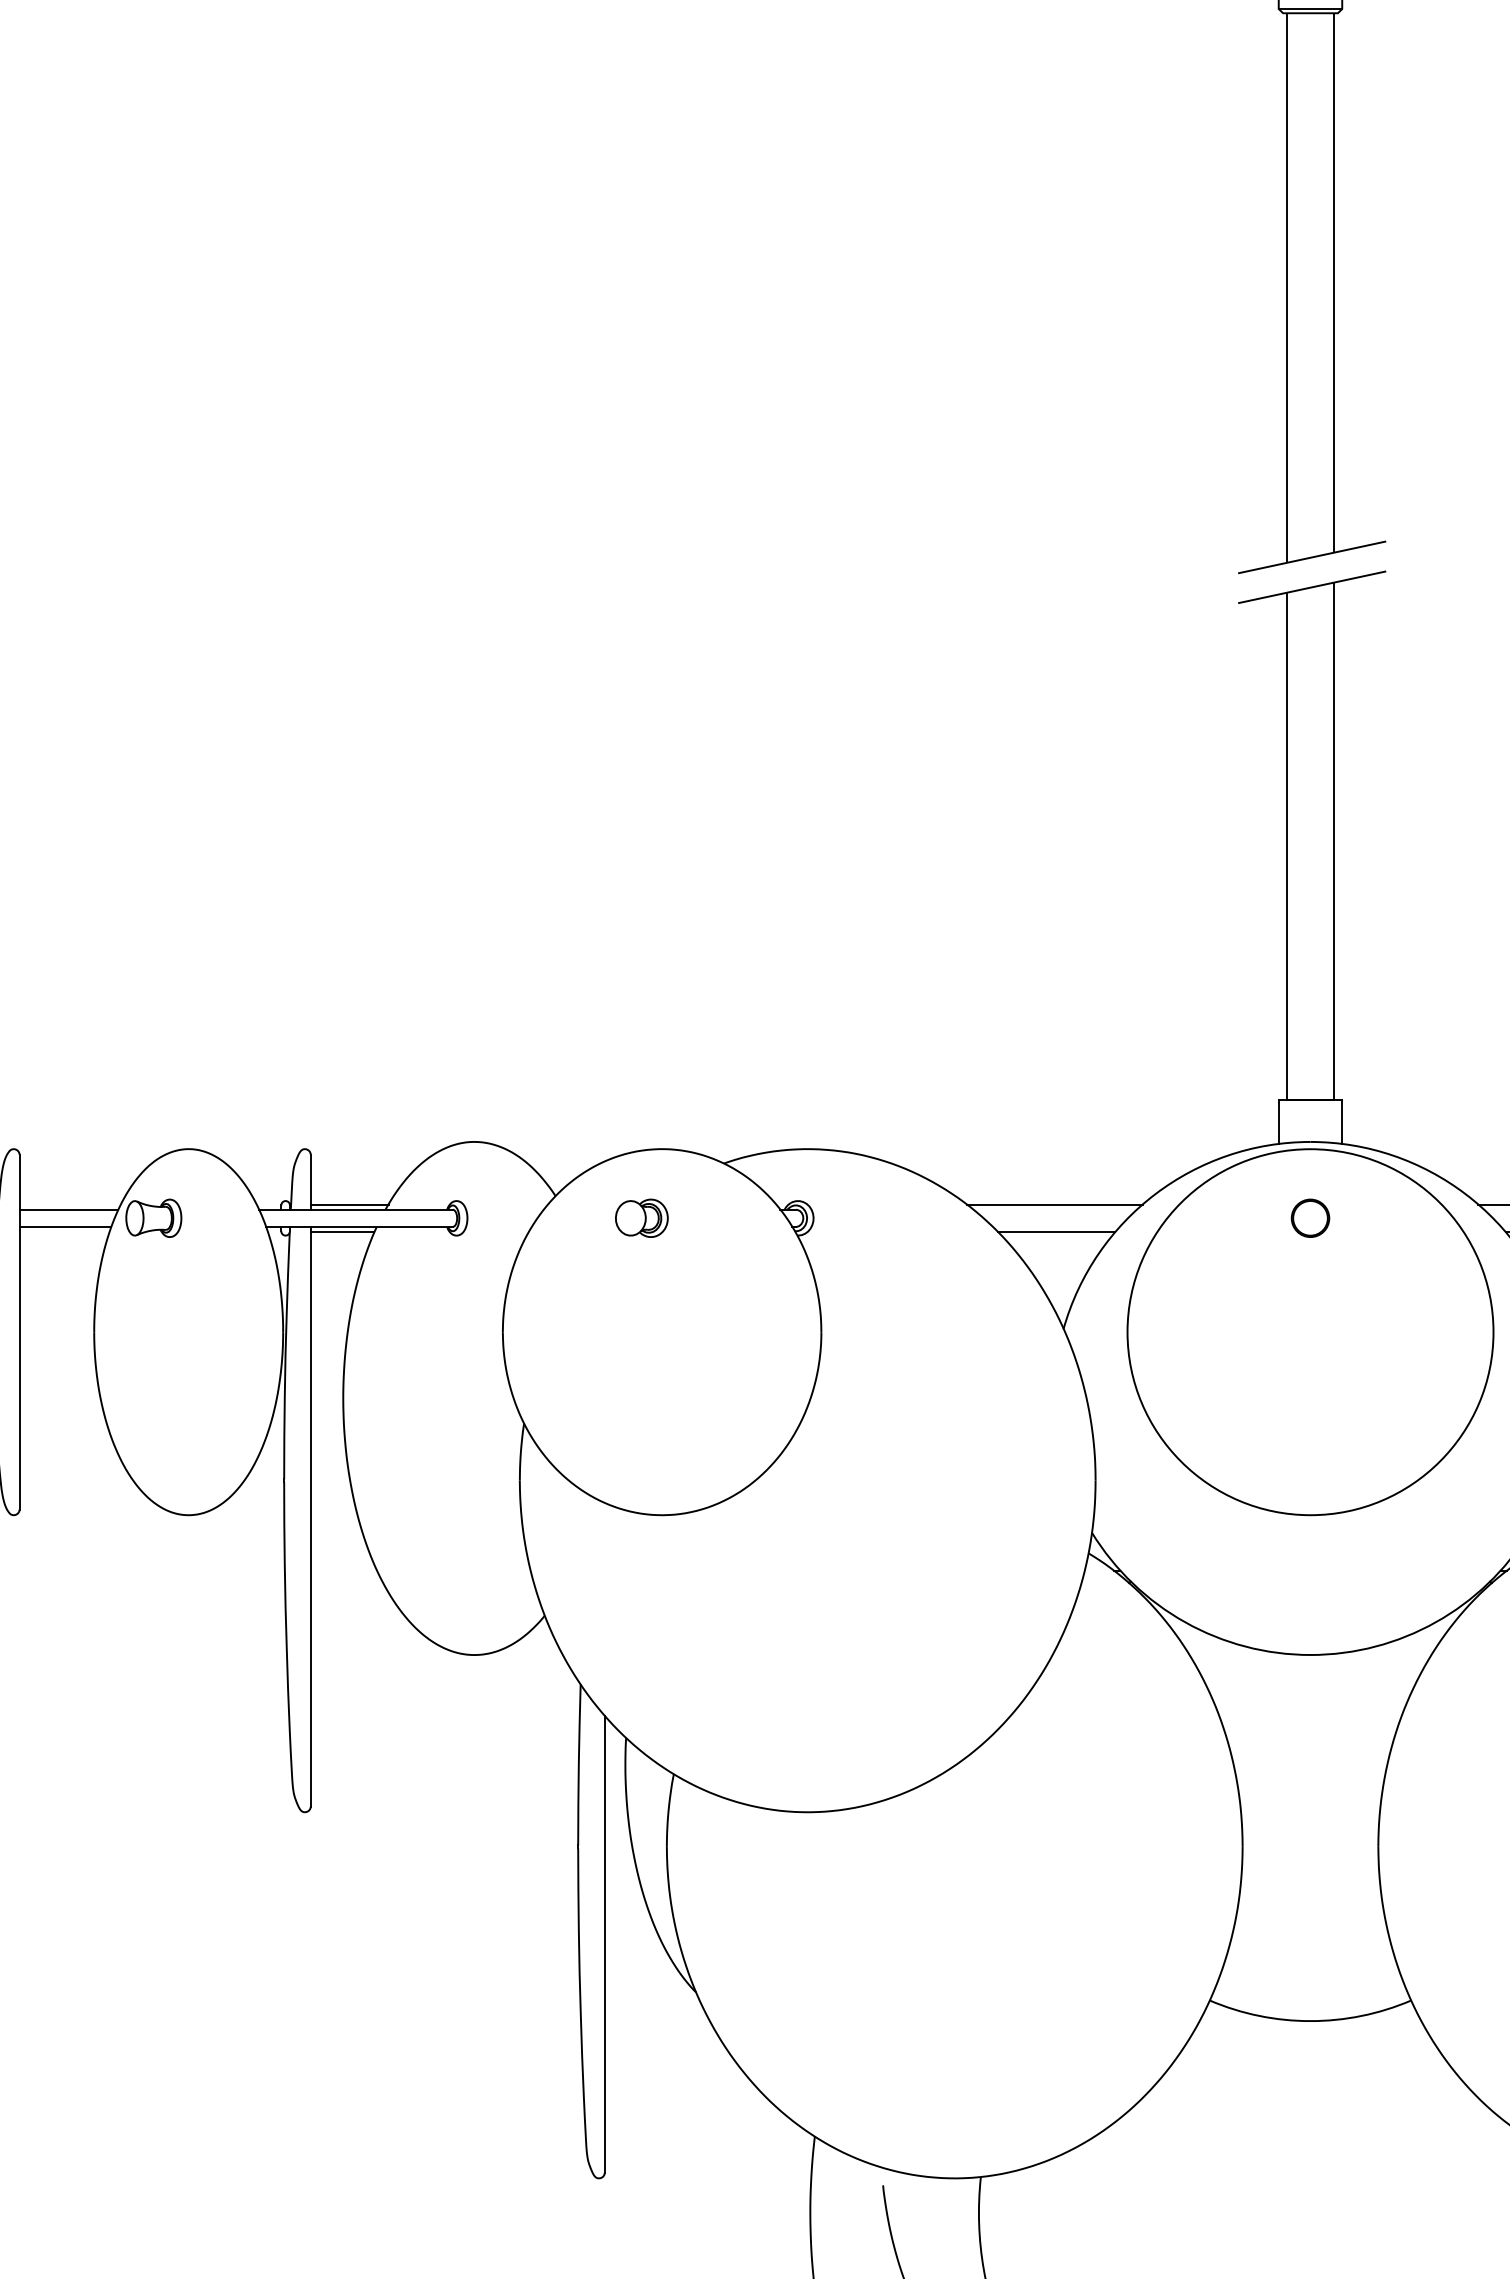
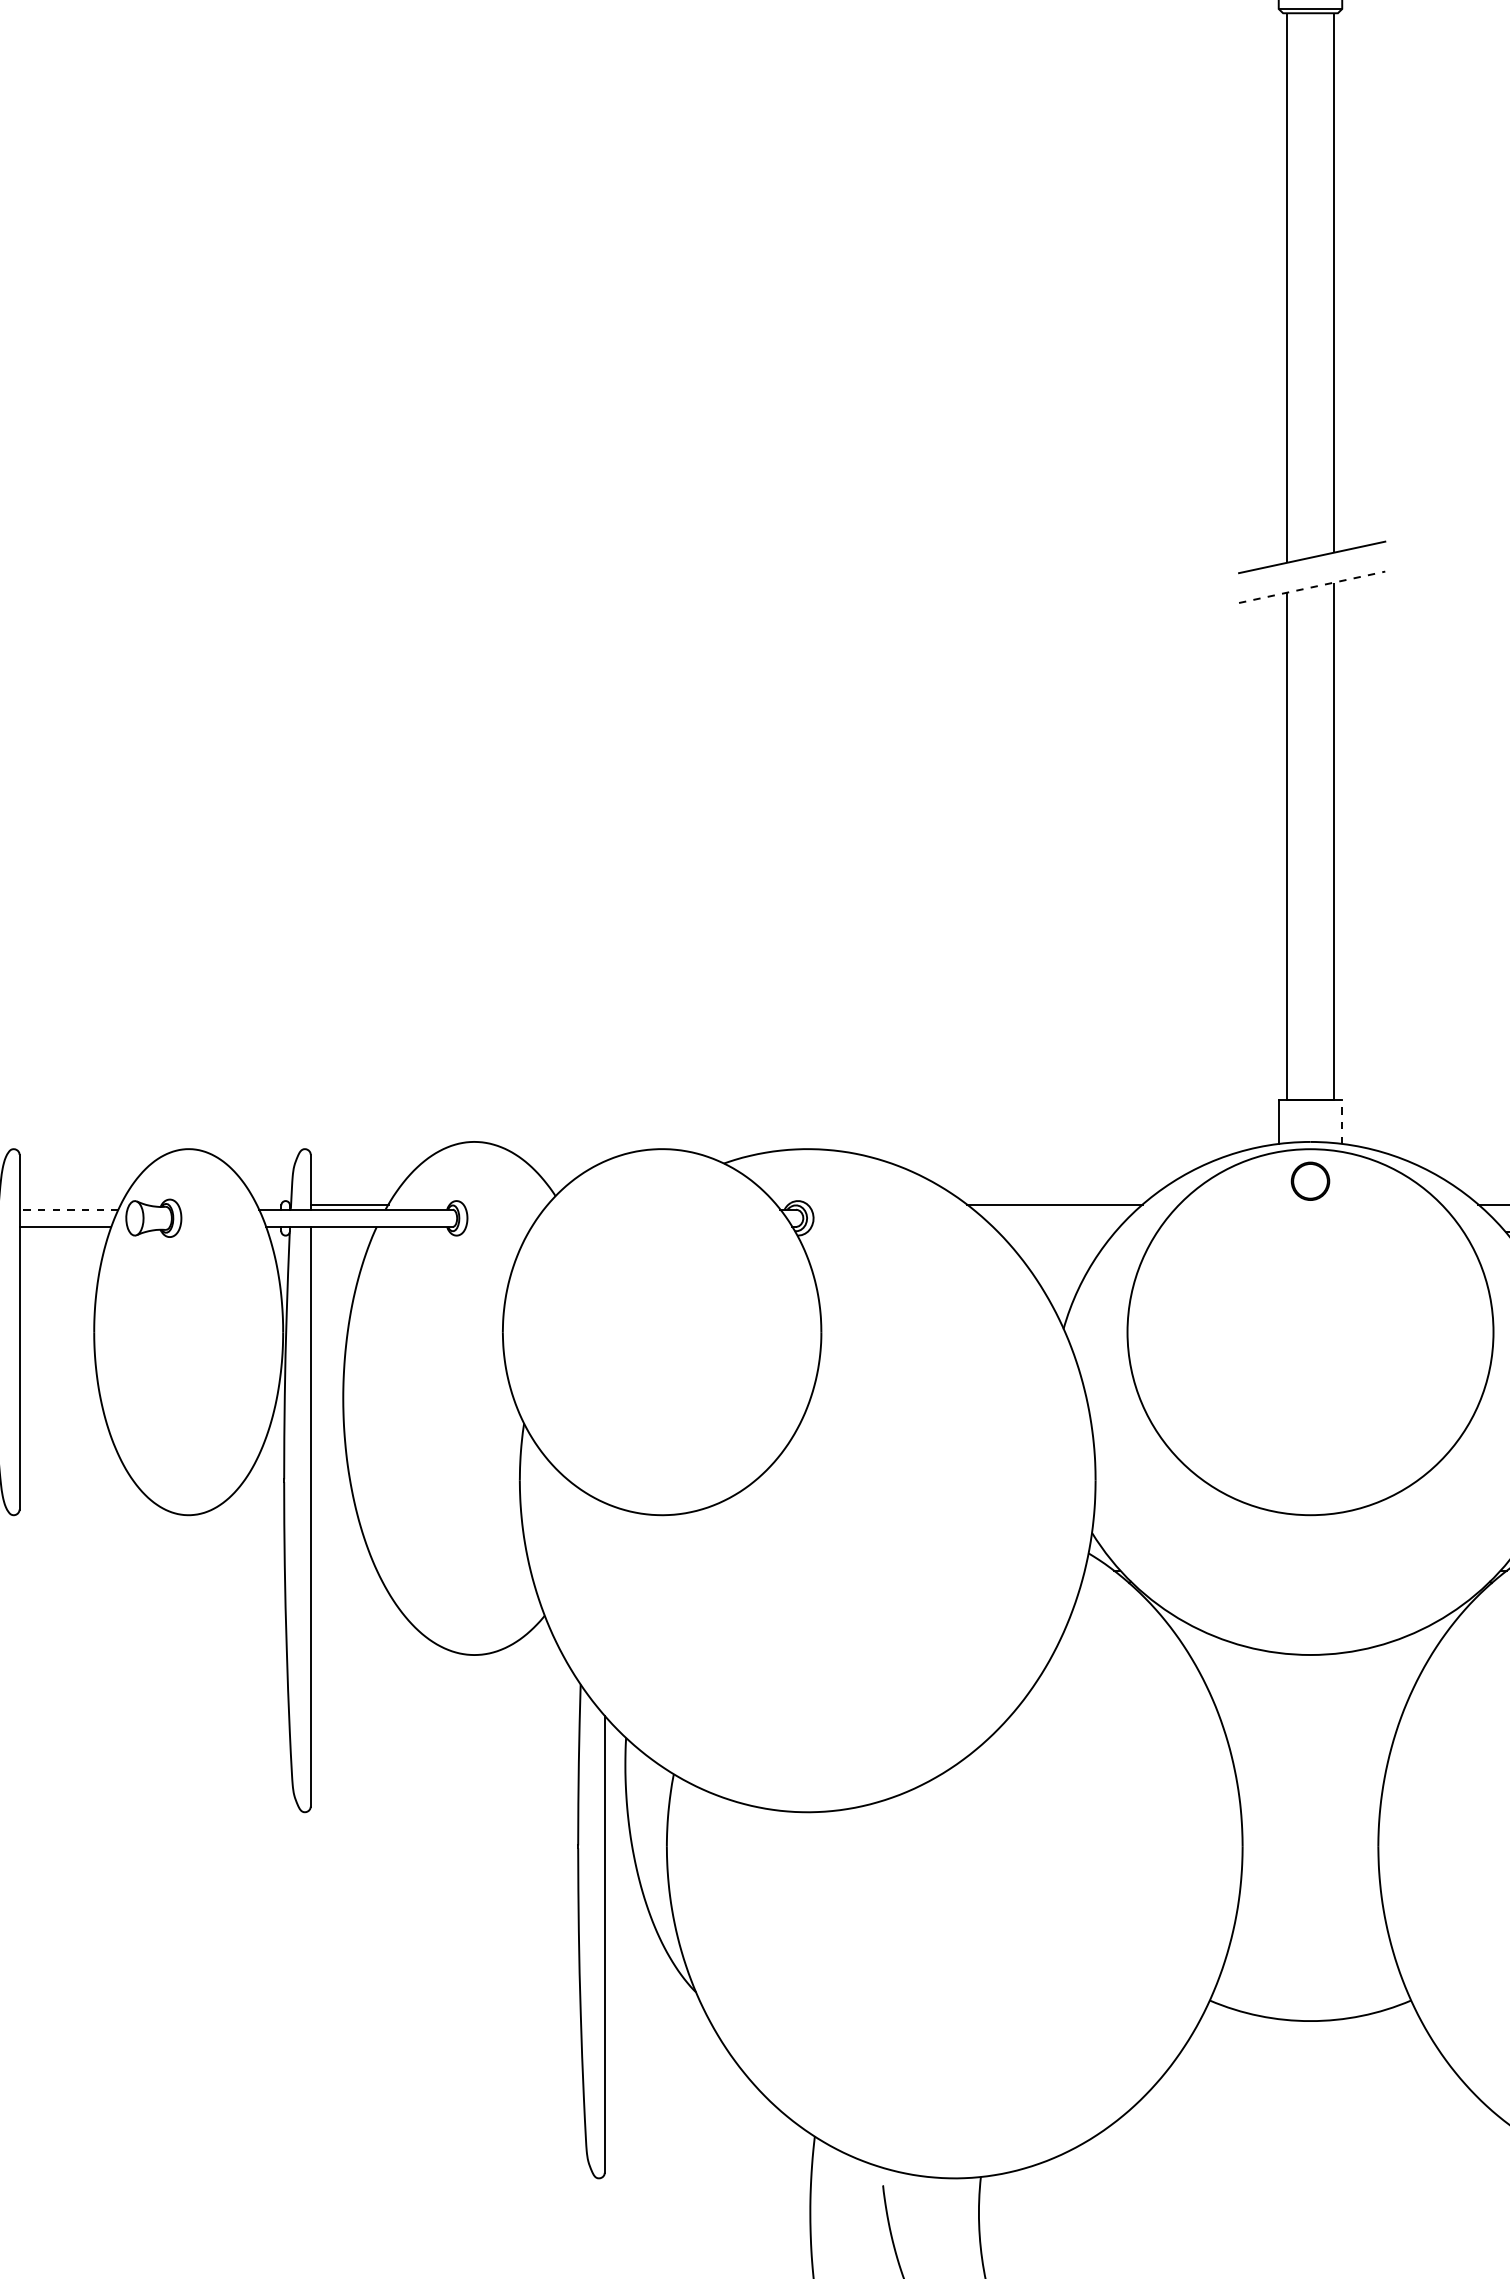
line at (1312, 587): solid -> dashed
line at (1342, 1122): solid -> dashed
line at (68, 1209): solid -> dashed
part at (641, 1217): present -> none
part at (1310, 1217) position: (1310, 1217) -> (1310, 1180)
line at (342, 1232): present -> none
line at (1056, 1232): present -> none
